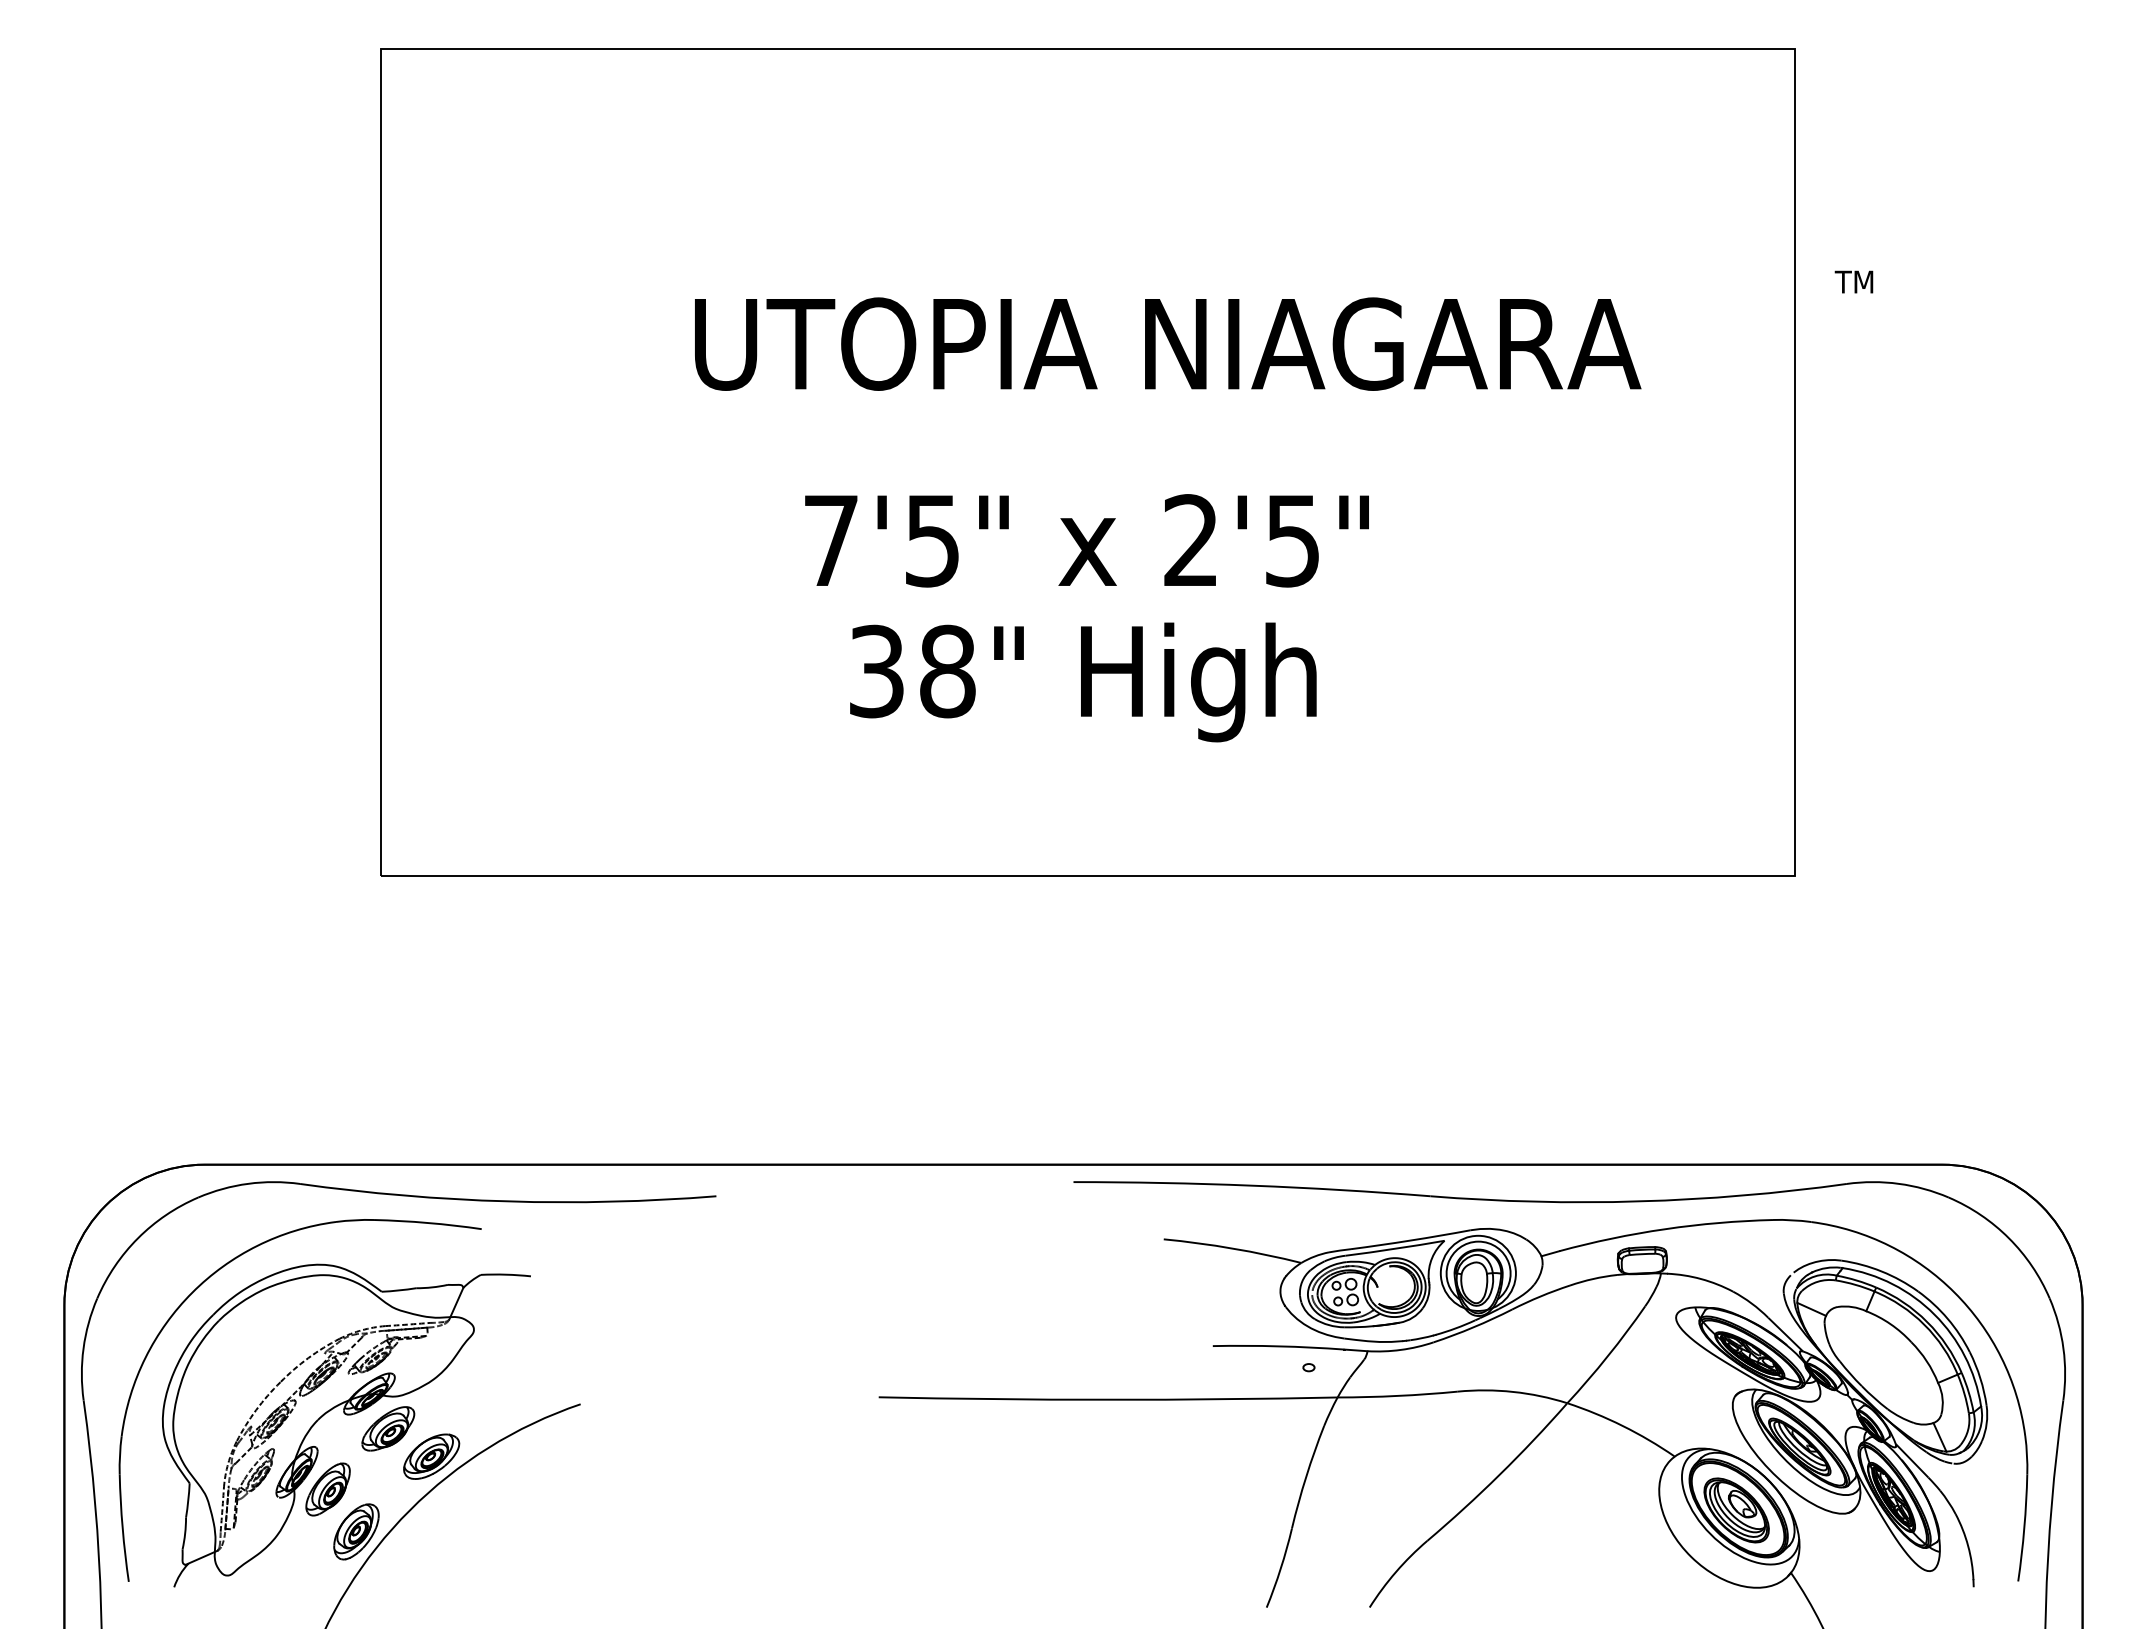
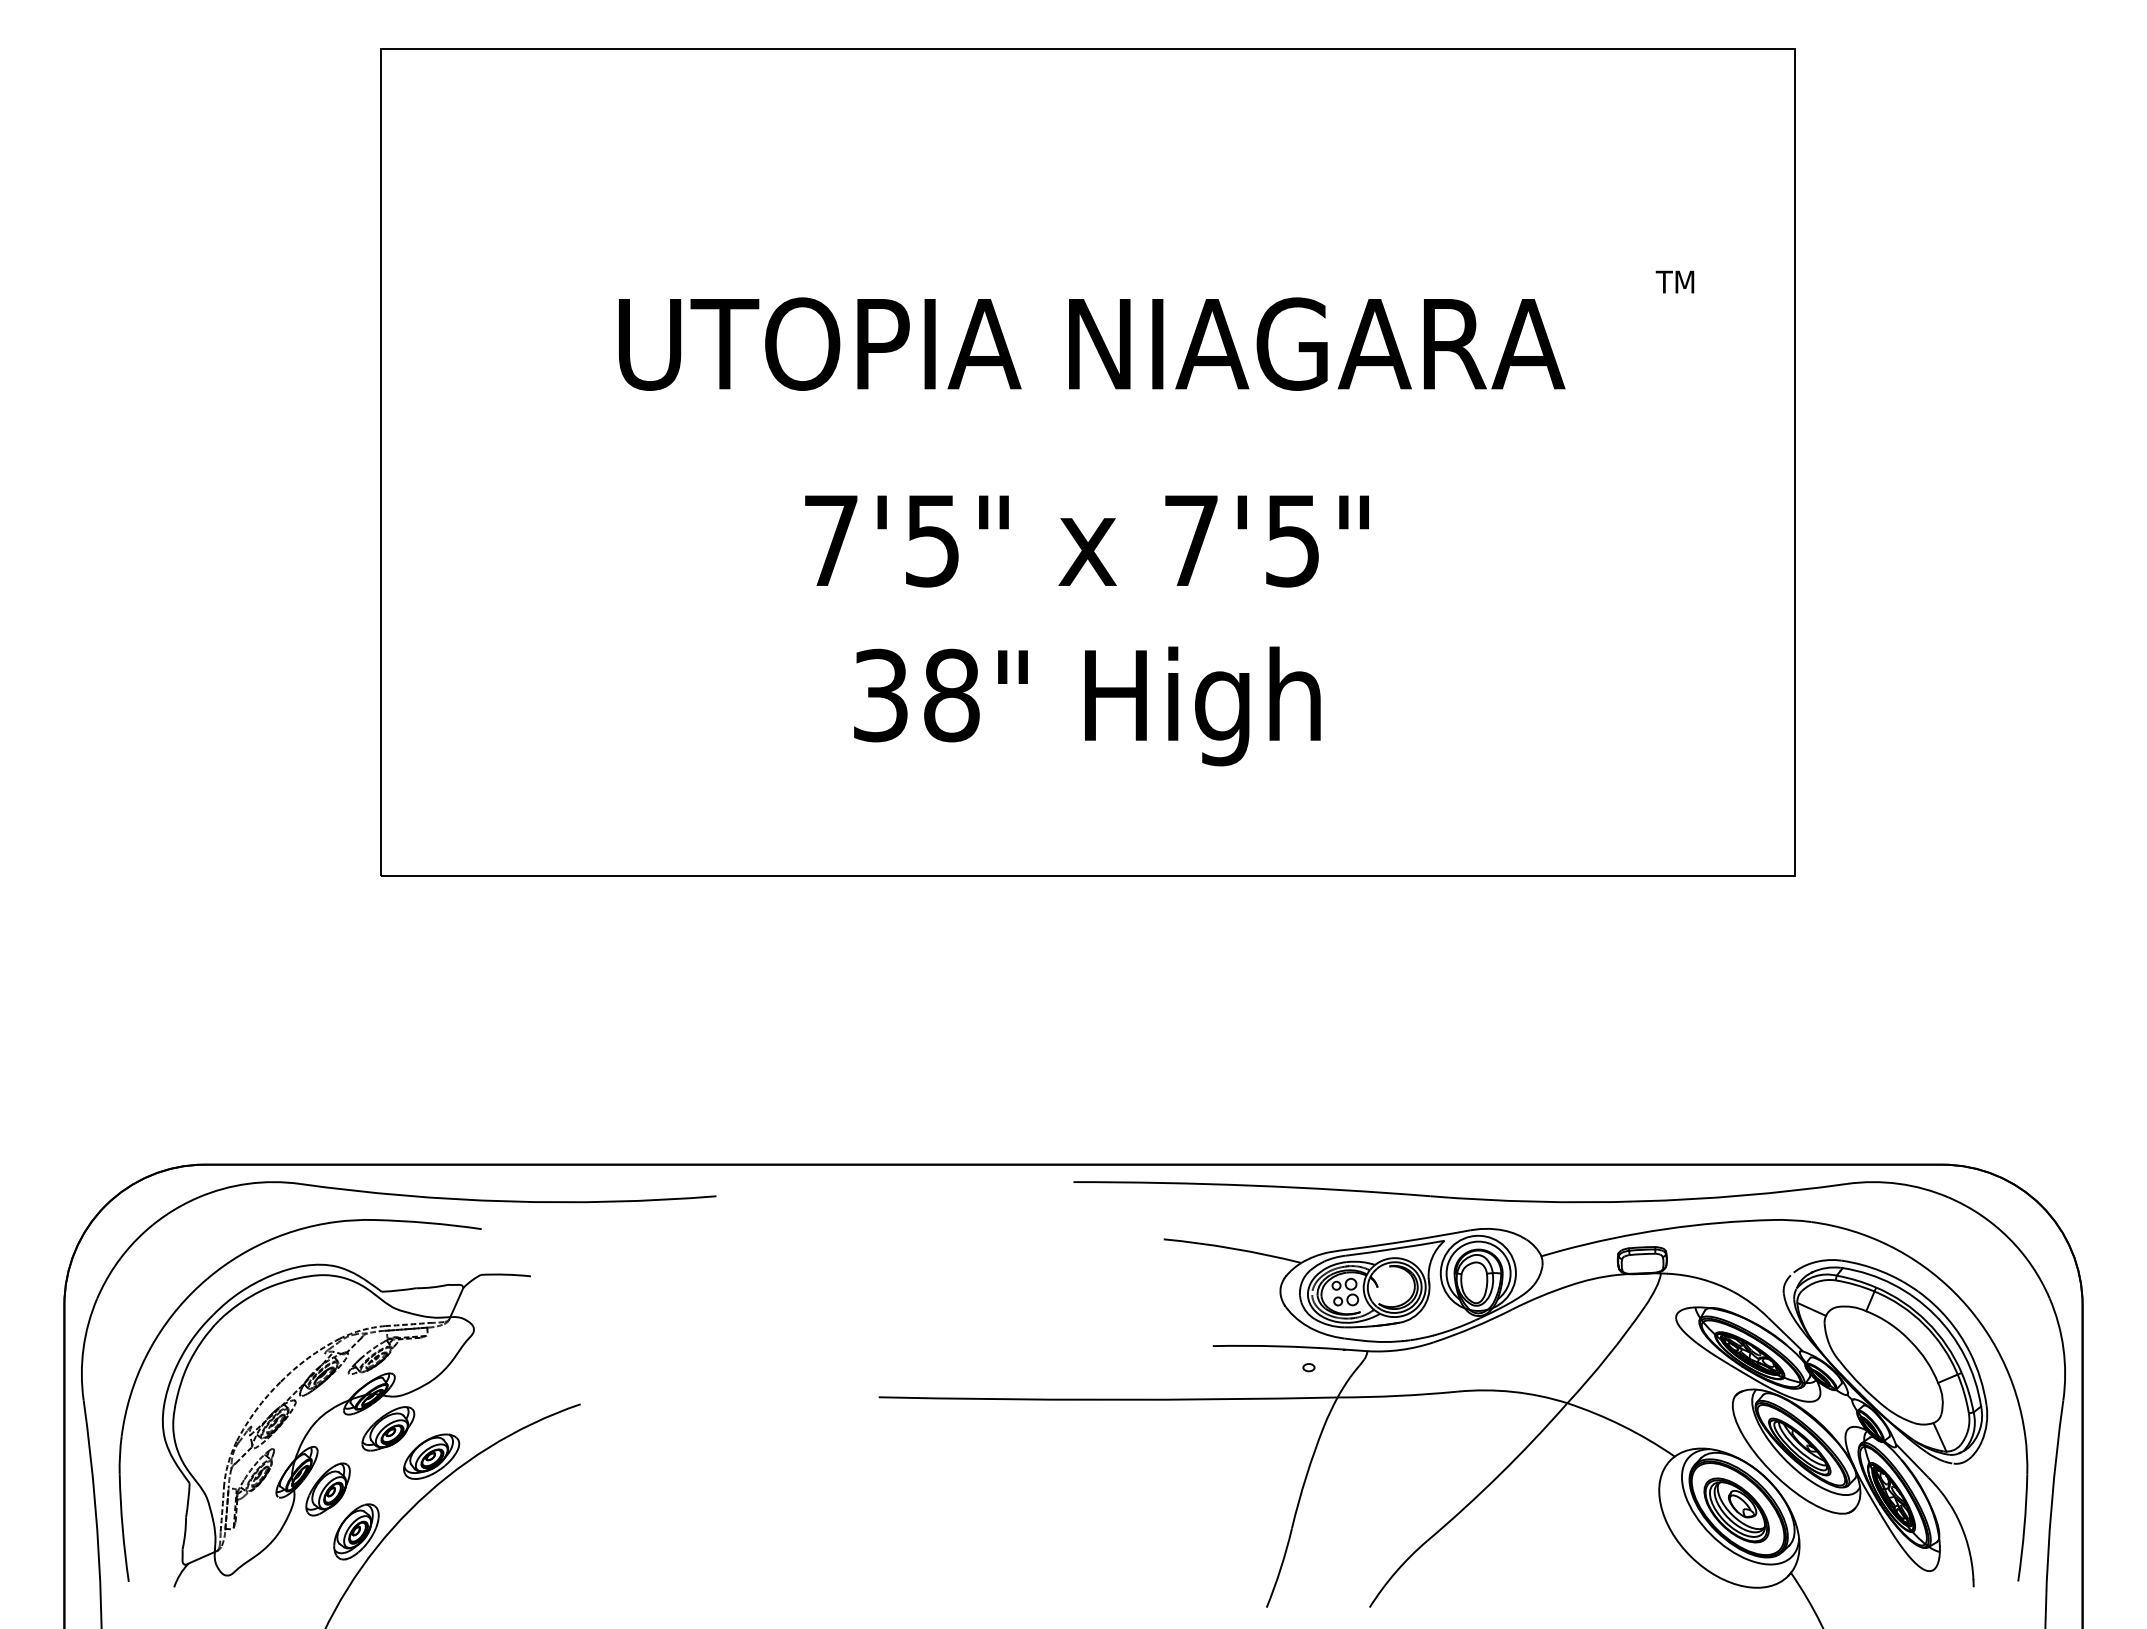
text at (1853, 281) position: (1853, 281) -> (1674, 281)
text at (1168, 343) position: (1168, 343) -> (1092, 343)
text at (1190, 539): 2'5" -> 7'5"
text at (1083, 682) position: (1083, 682) -> (1087, 706)
